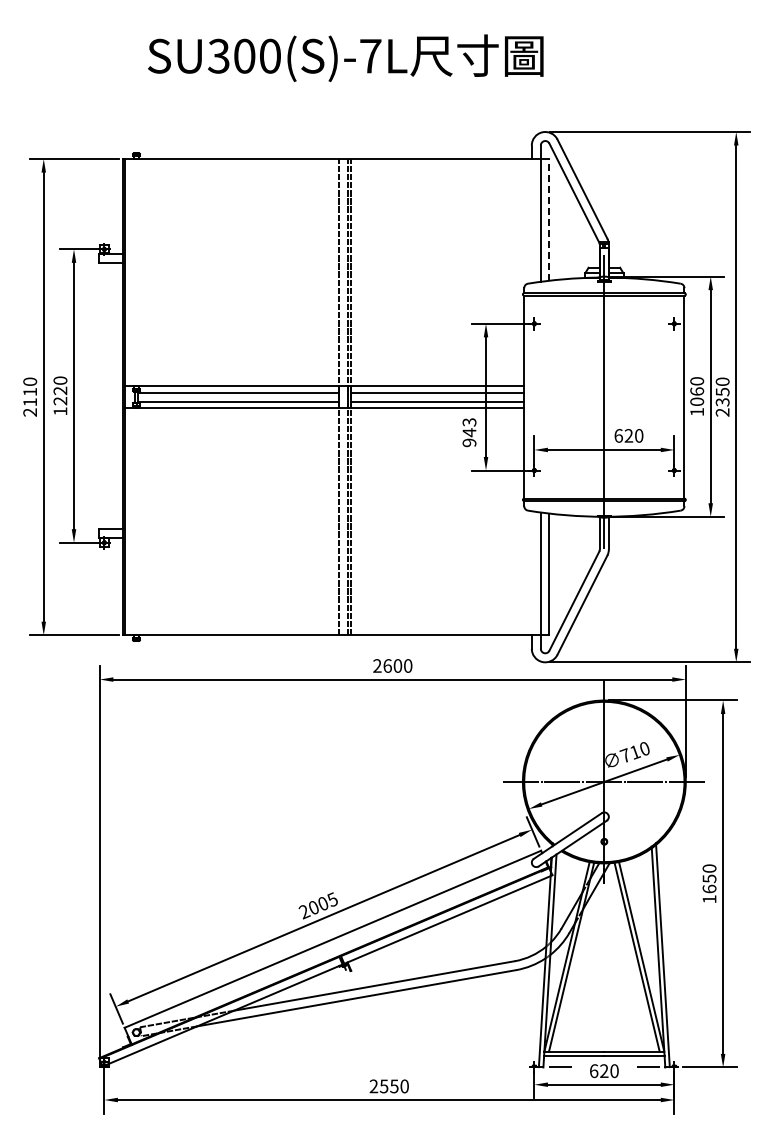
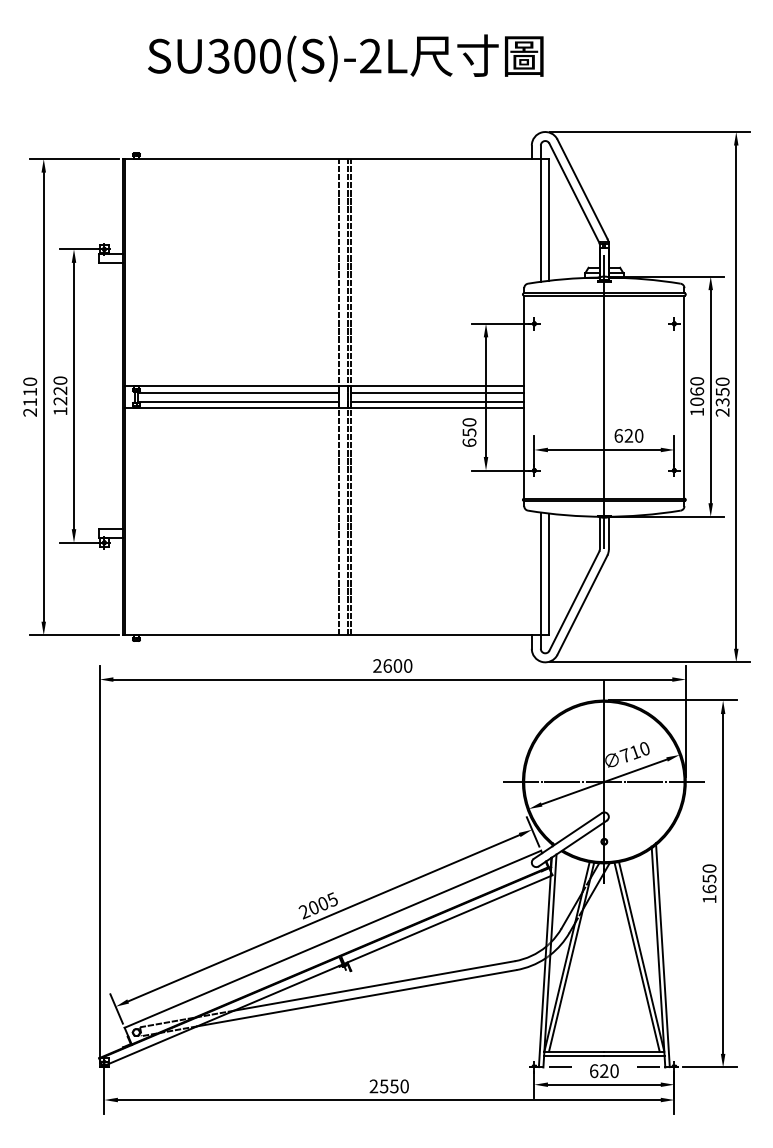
text at (370, 55): SU300(S)-7L -> SU300(S)-2L
line at (549, 219): dashed -> solid
text at (469, 432): 943 -> 650
